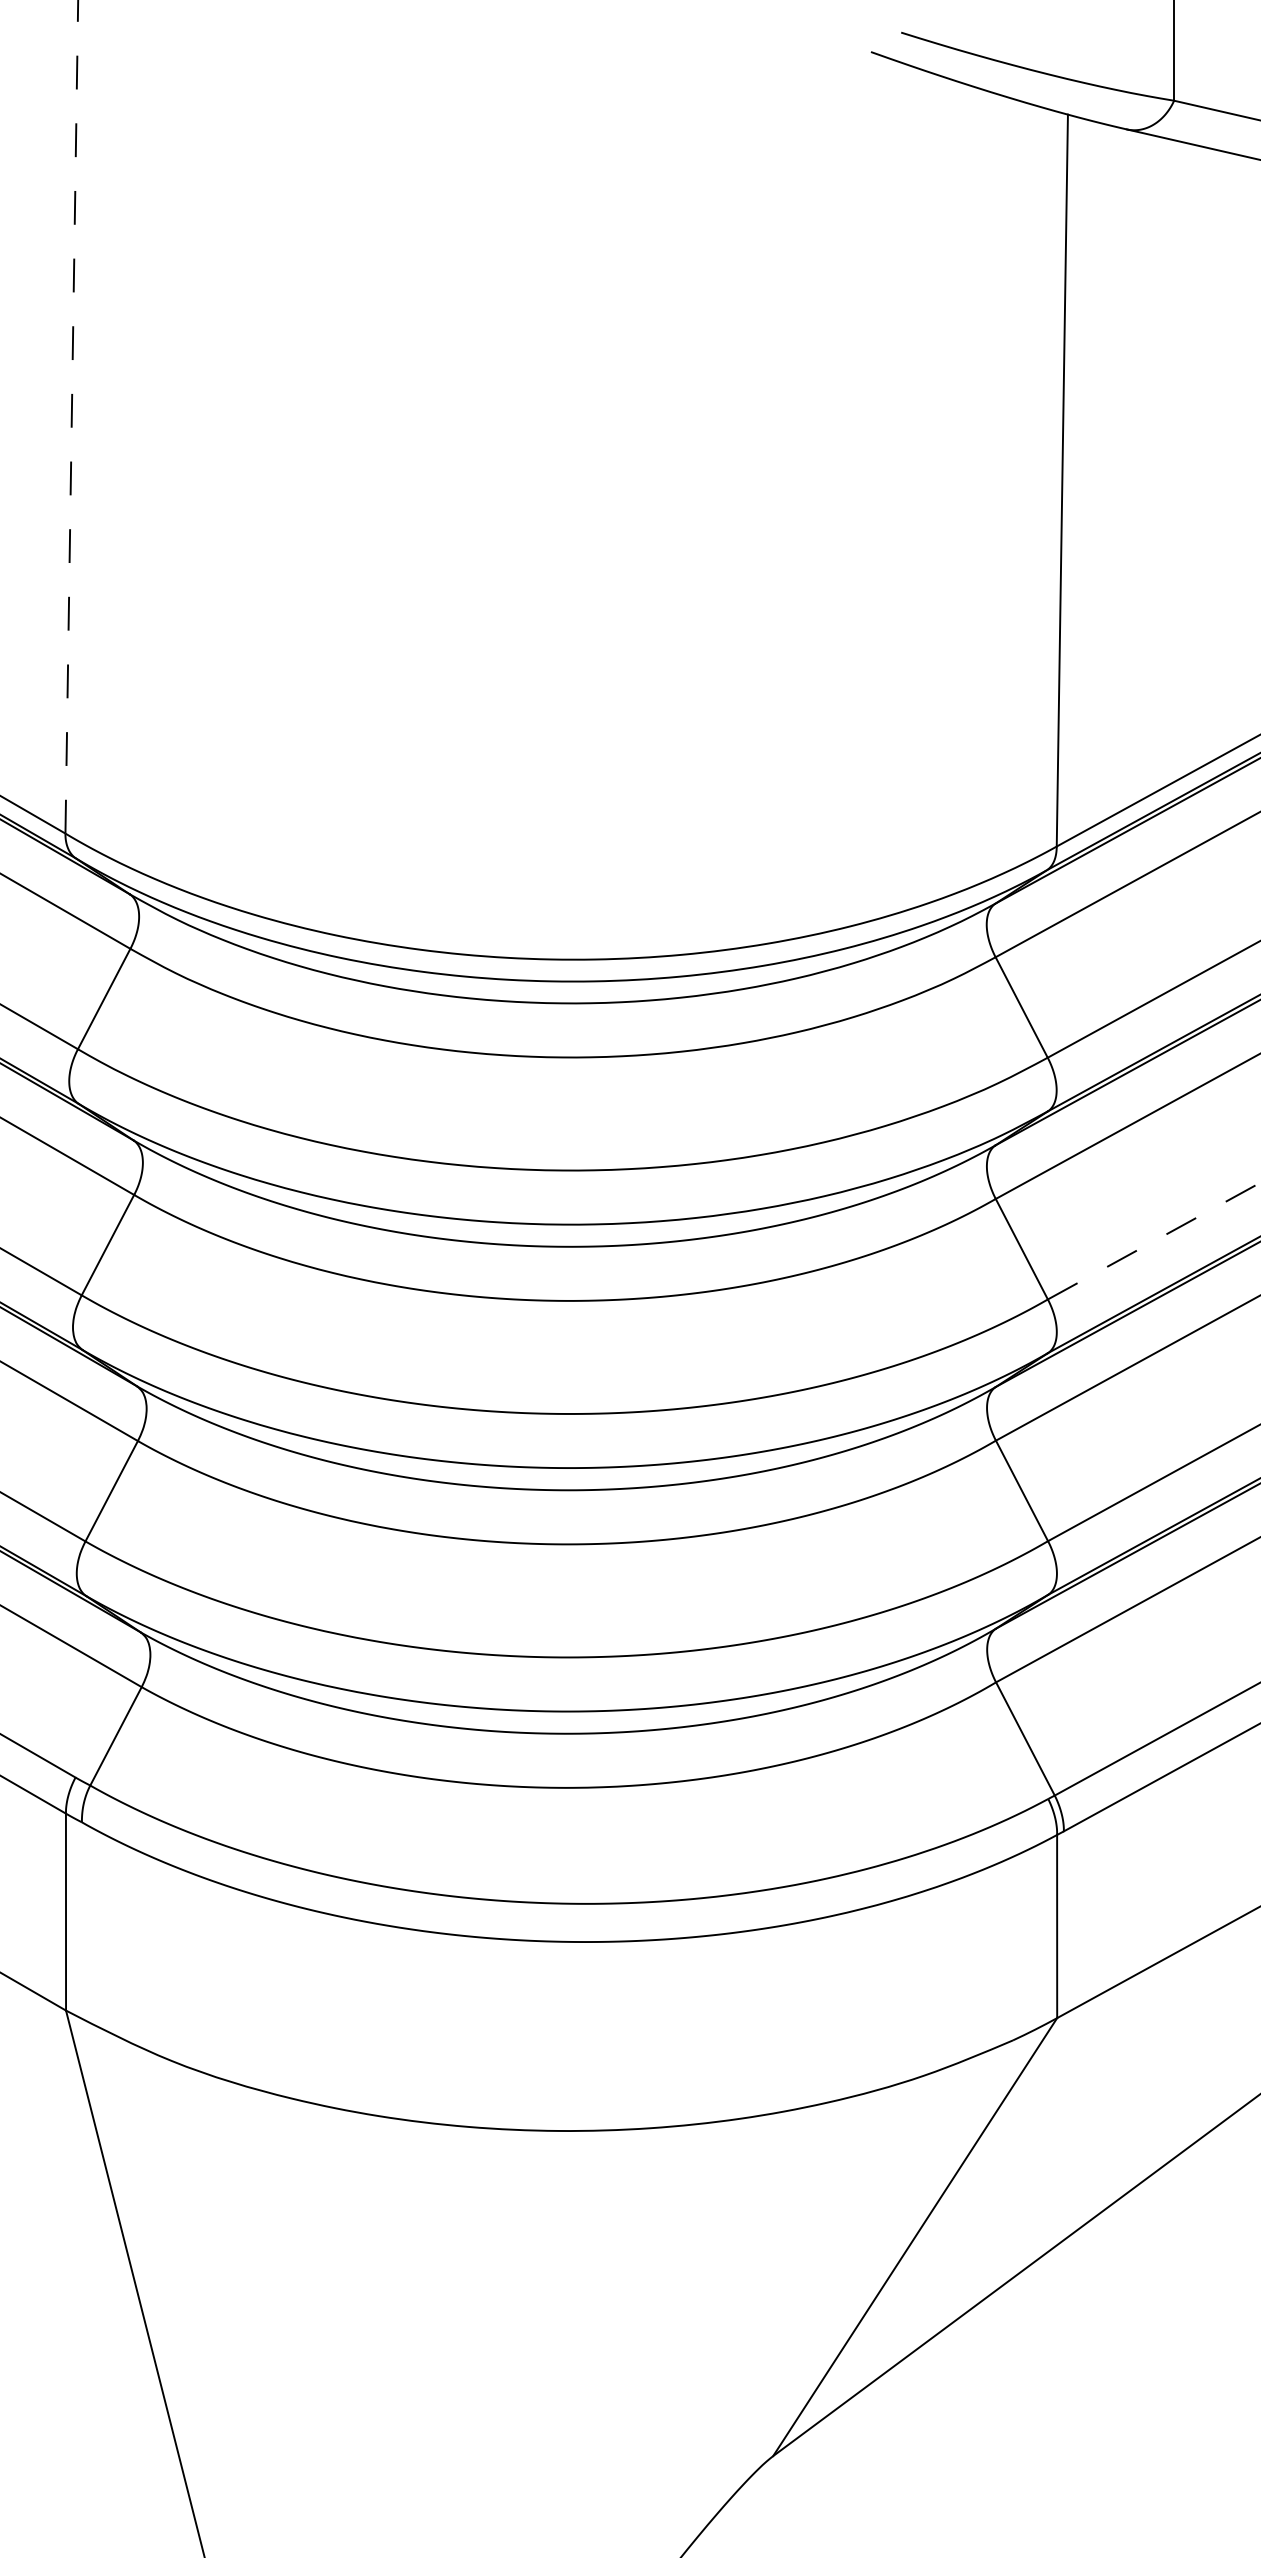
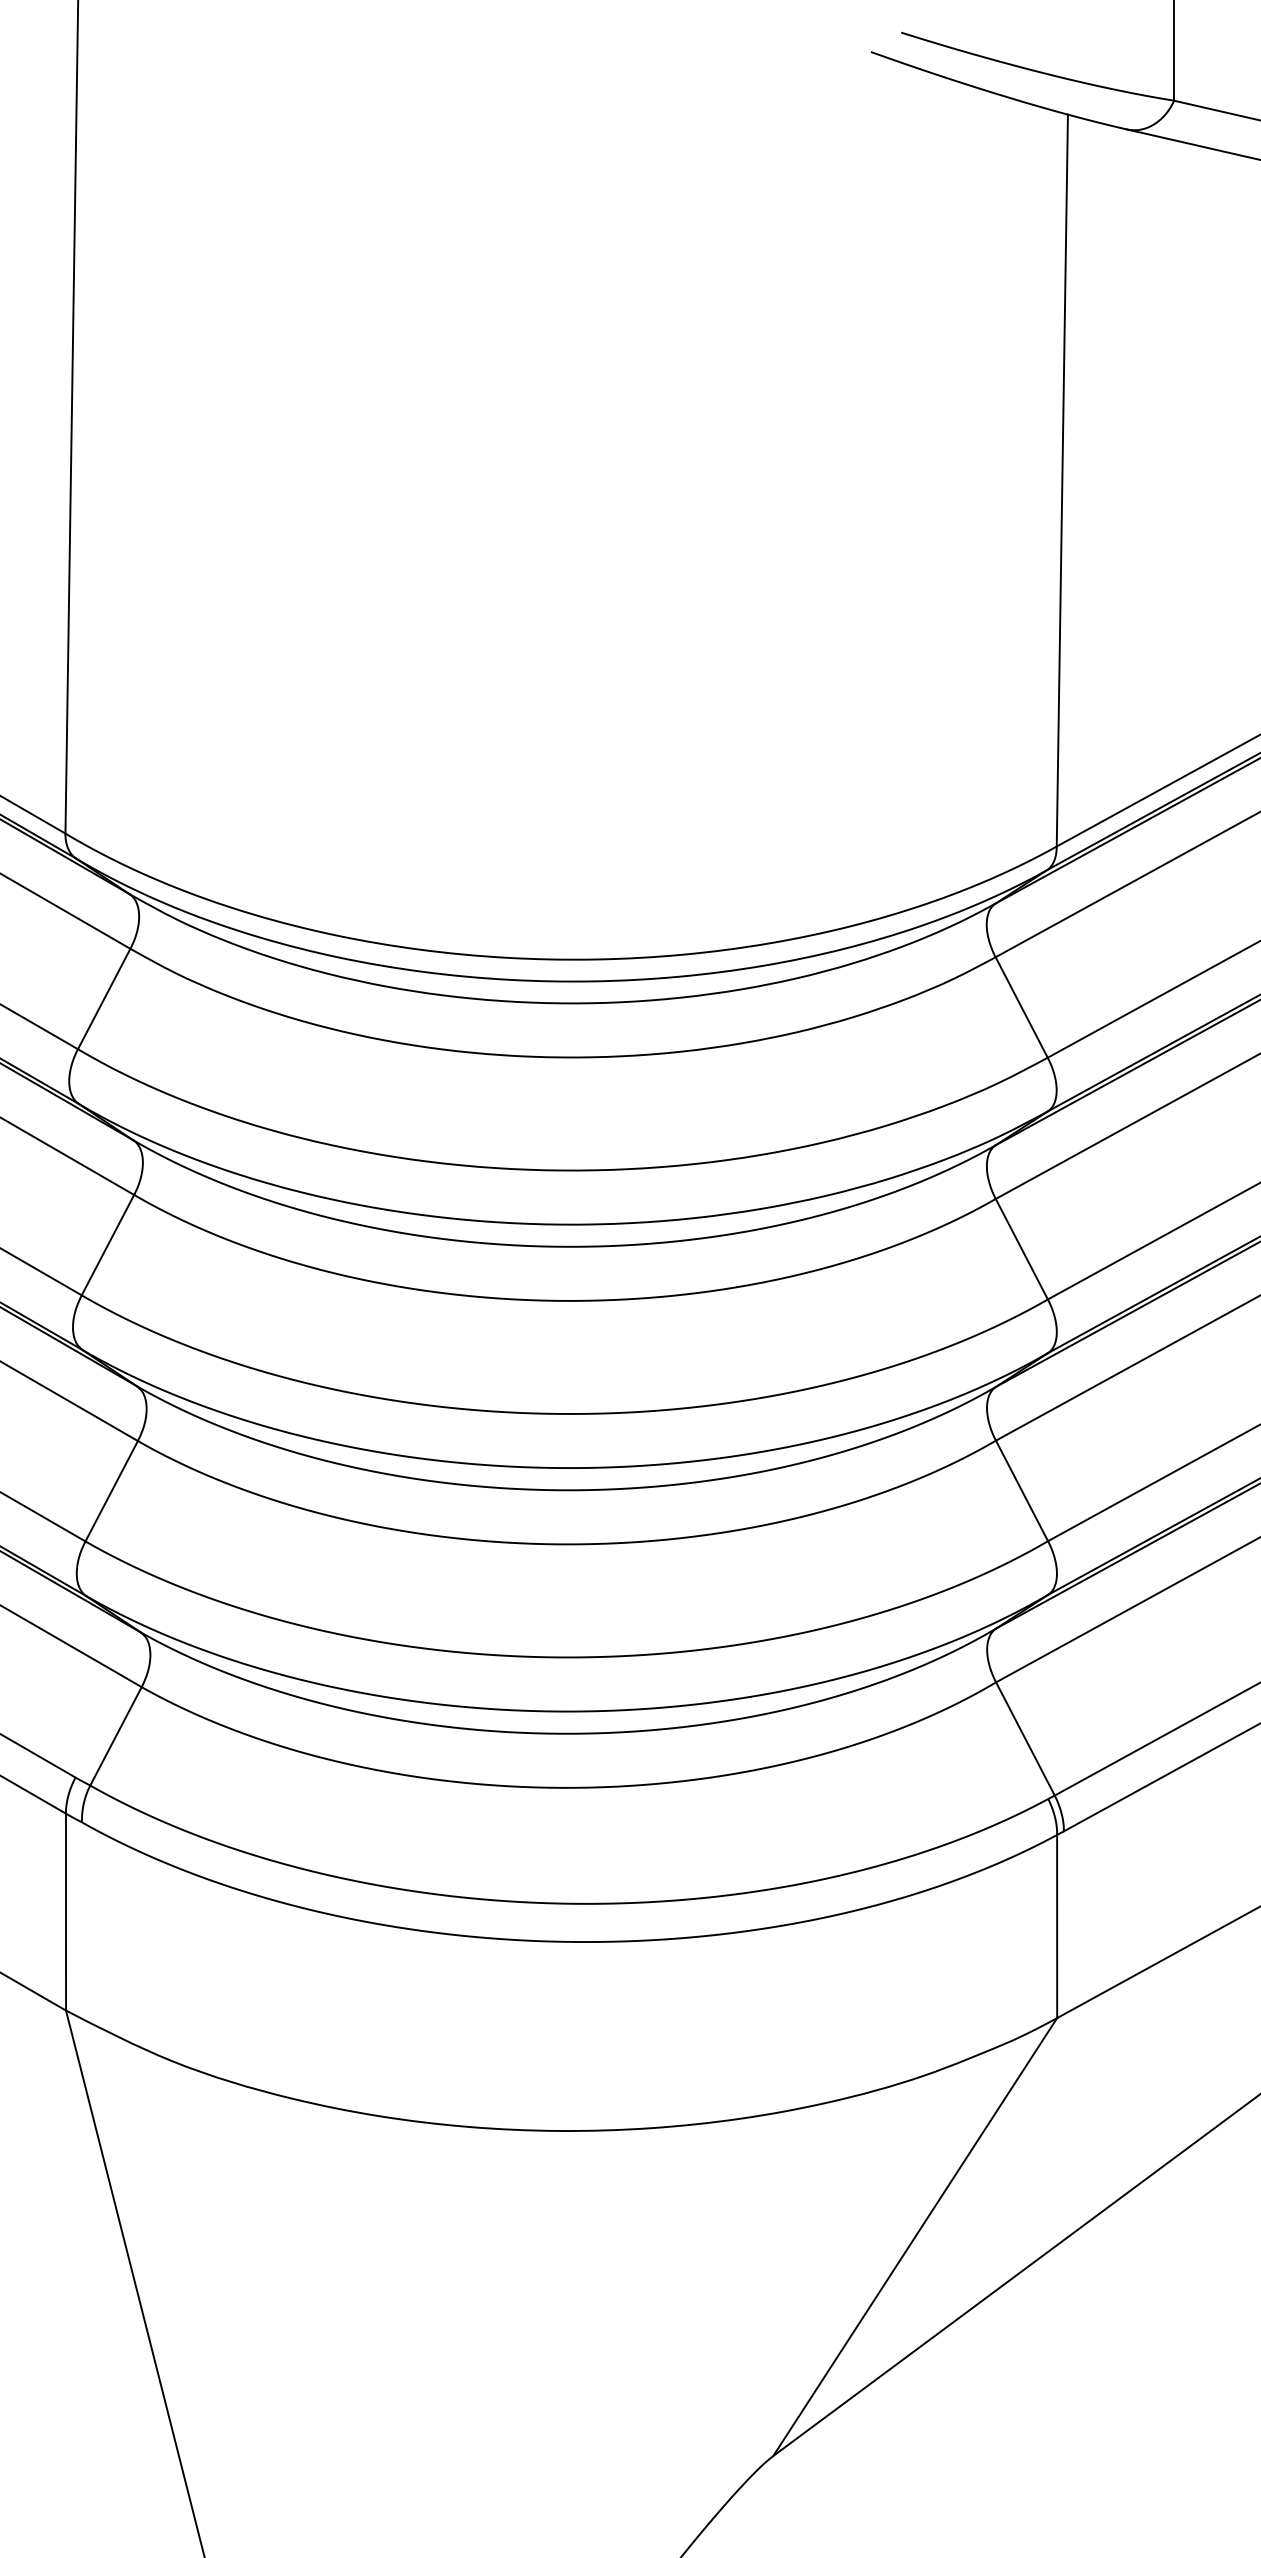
line at (71, 416): dashed -> solid
line at (1154, 1240): dashed -> solid
